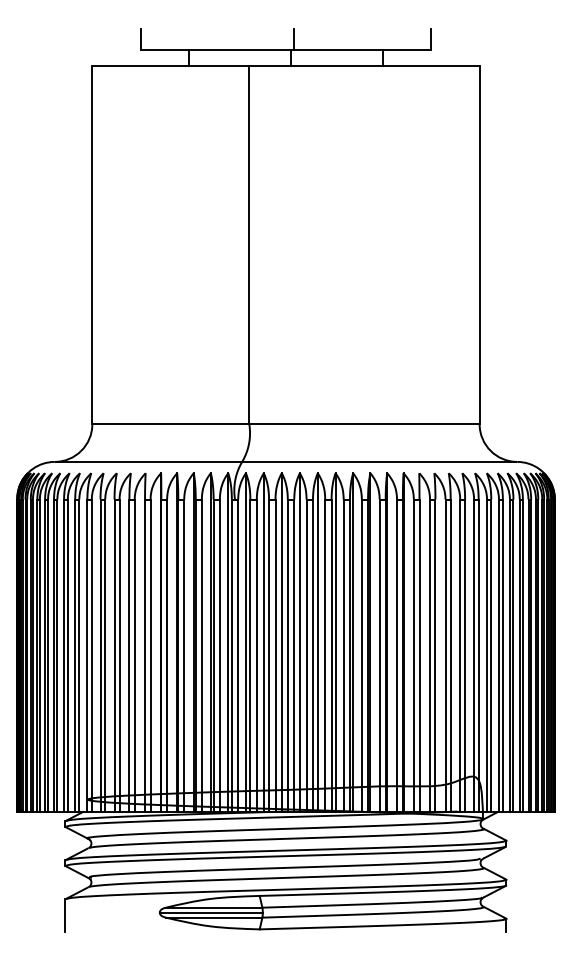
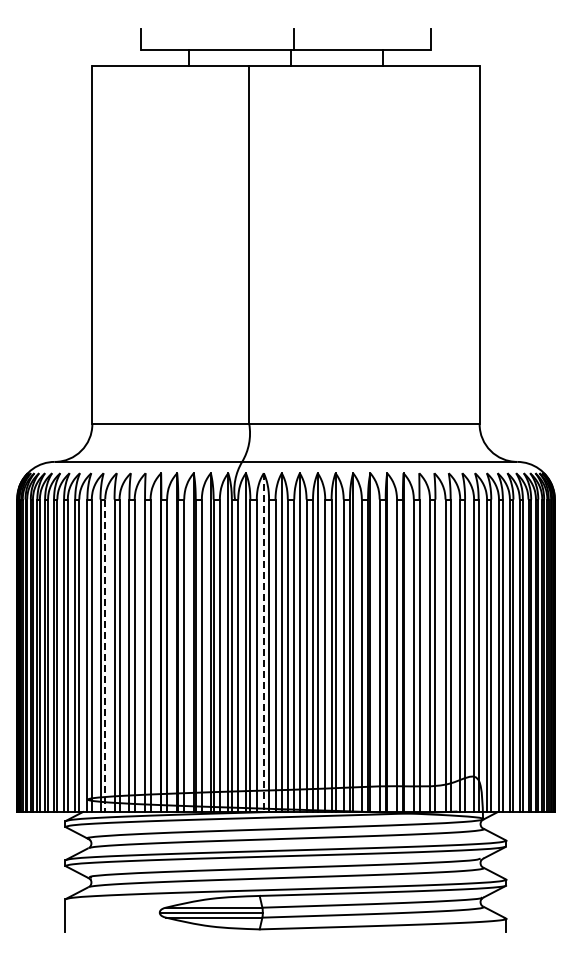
line at (263, 642): solid -> dashed
line at (105, 655): solid -> dashed
